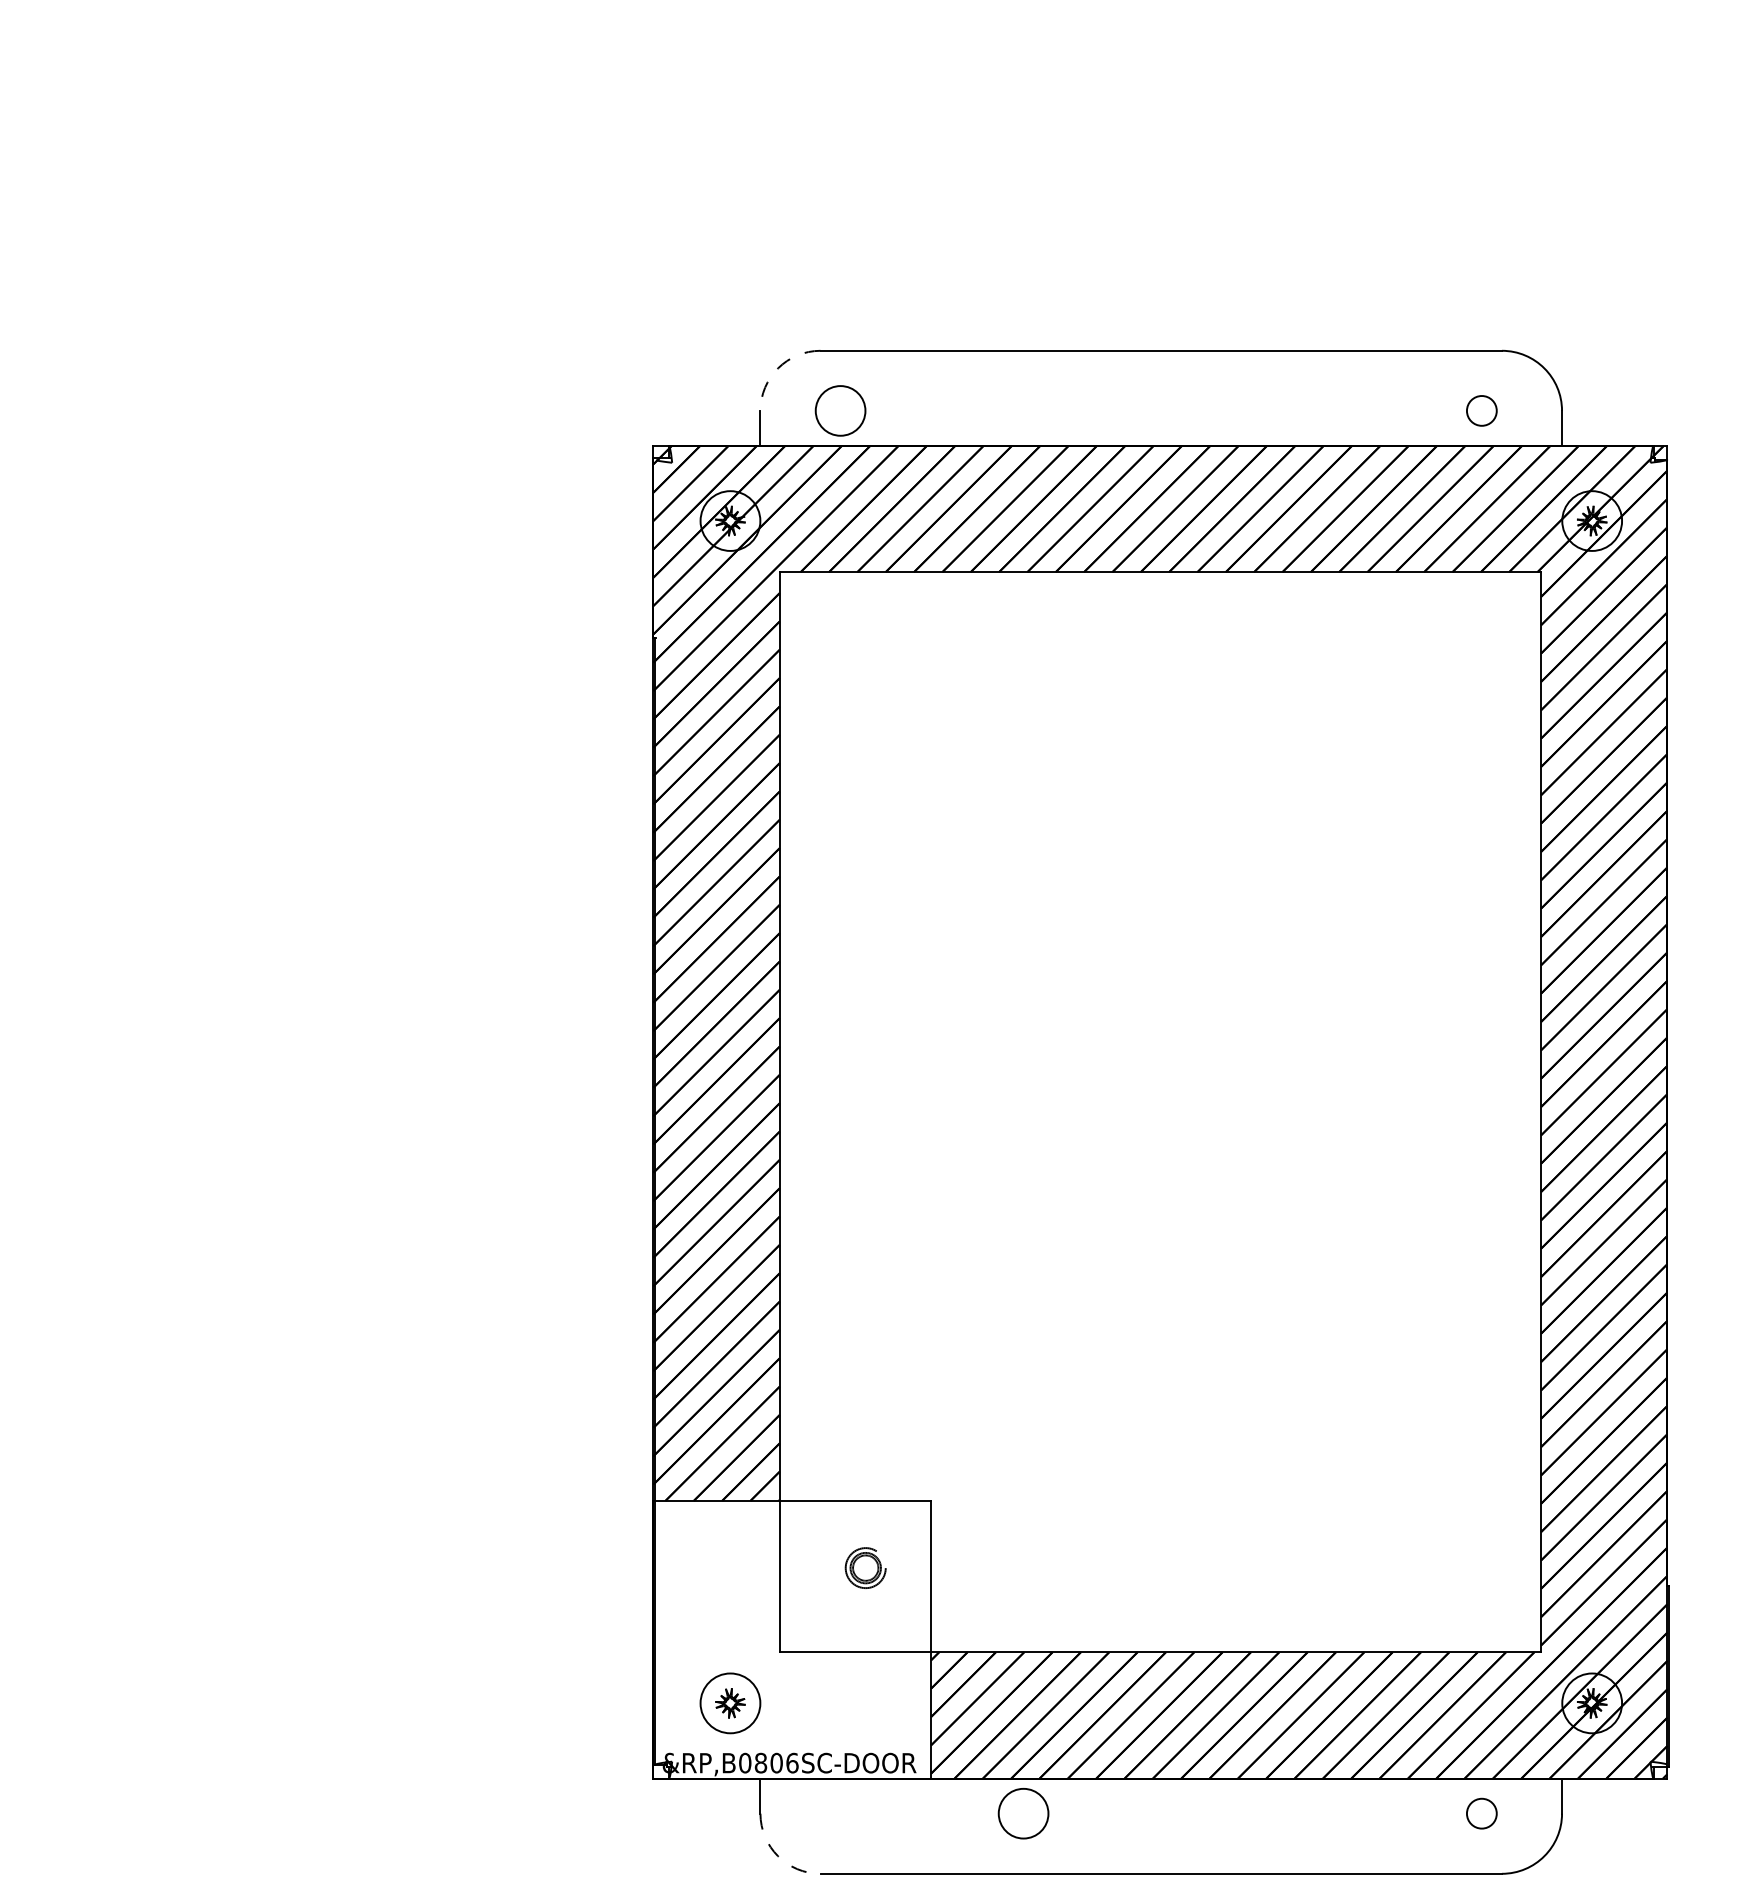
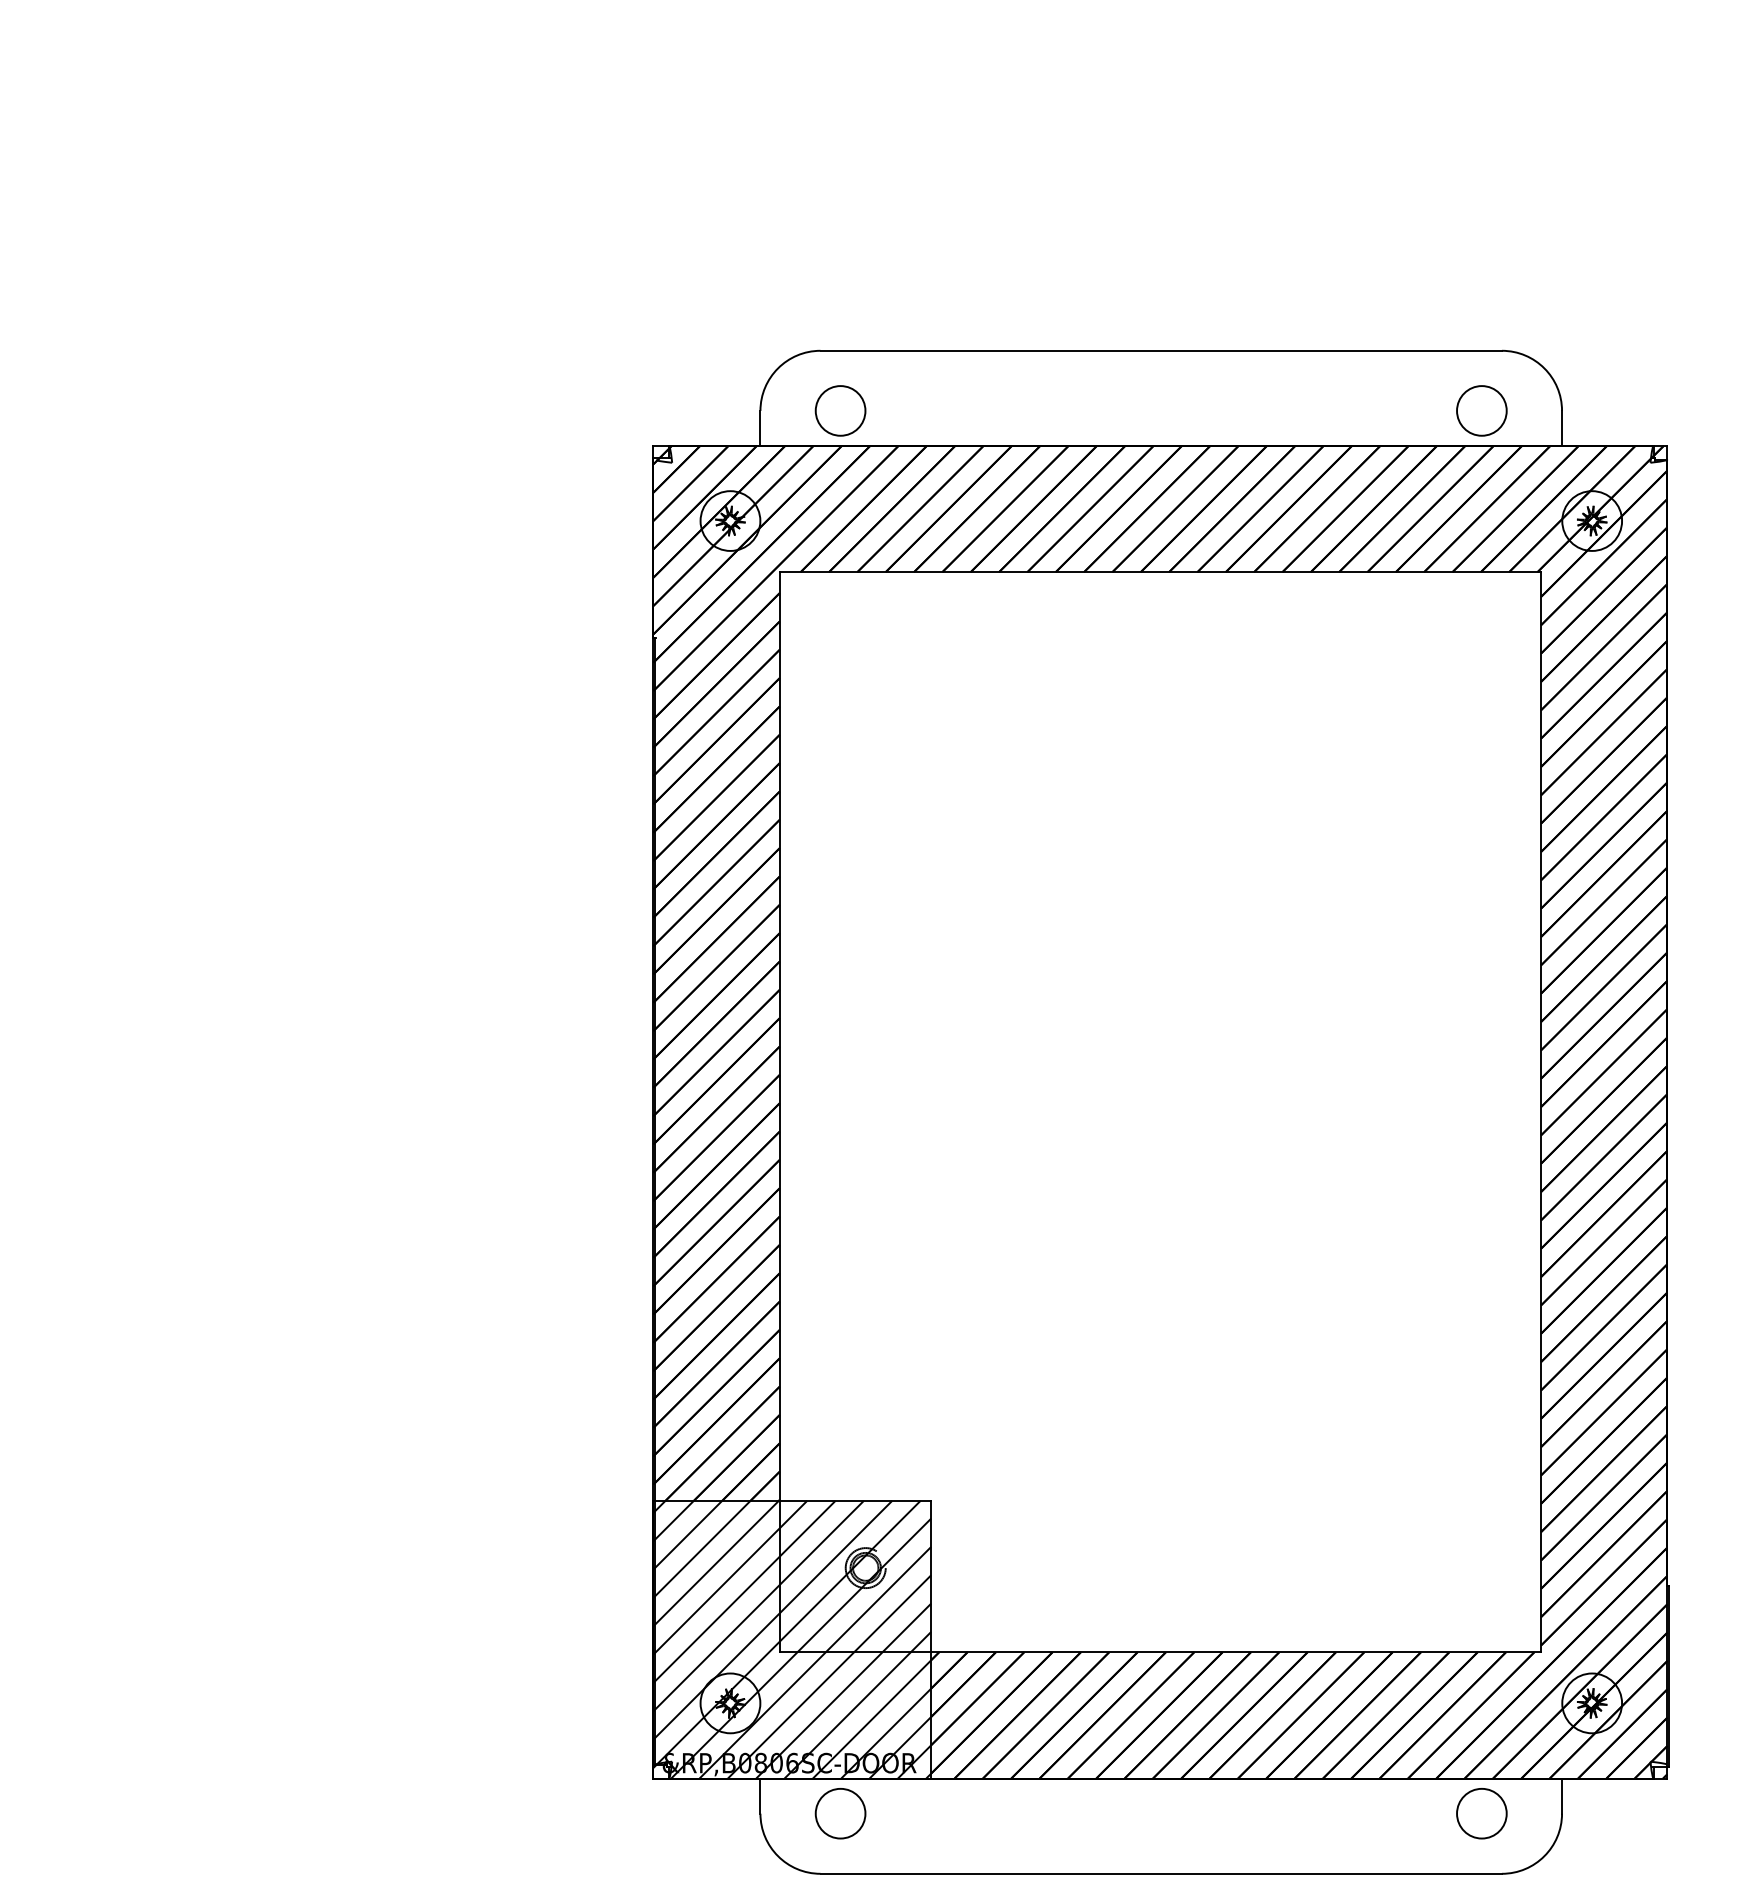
arc at (778, 368): dashed -> solid
circle at (1481, 410) diameter: 30 px -> 50 px
hatch at (792, 1639): none -> present
circle at (1023, 1813) position: (1023, 1813) -> (840, 1813)
circle at (1481, 1813) diameter: 30 px -> 50 px
arc at (778, 1856): dashed -> solid
